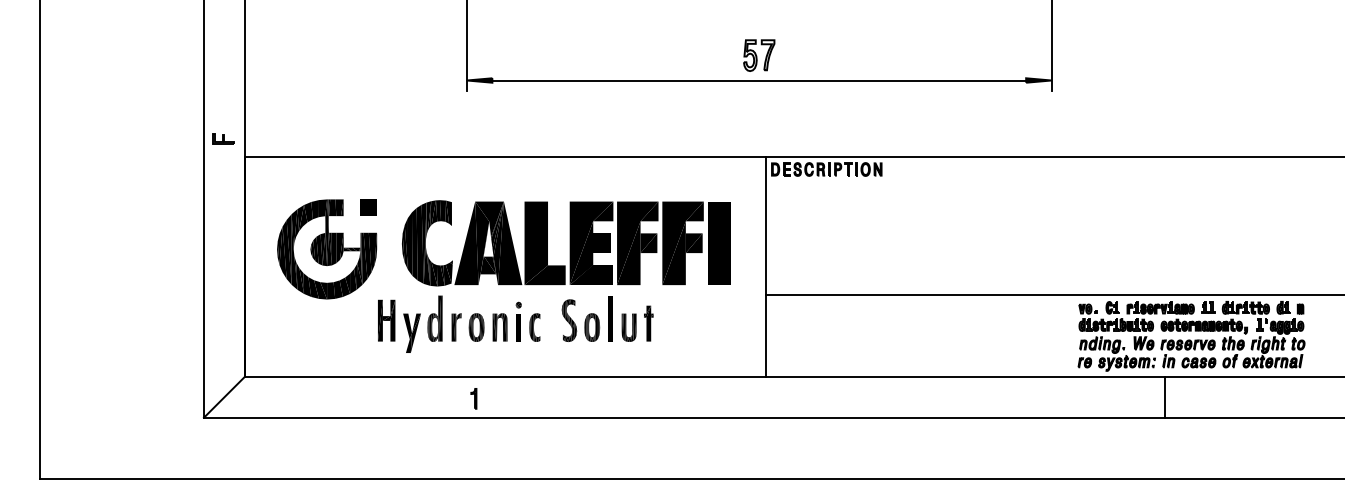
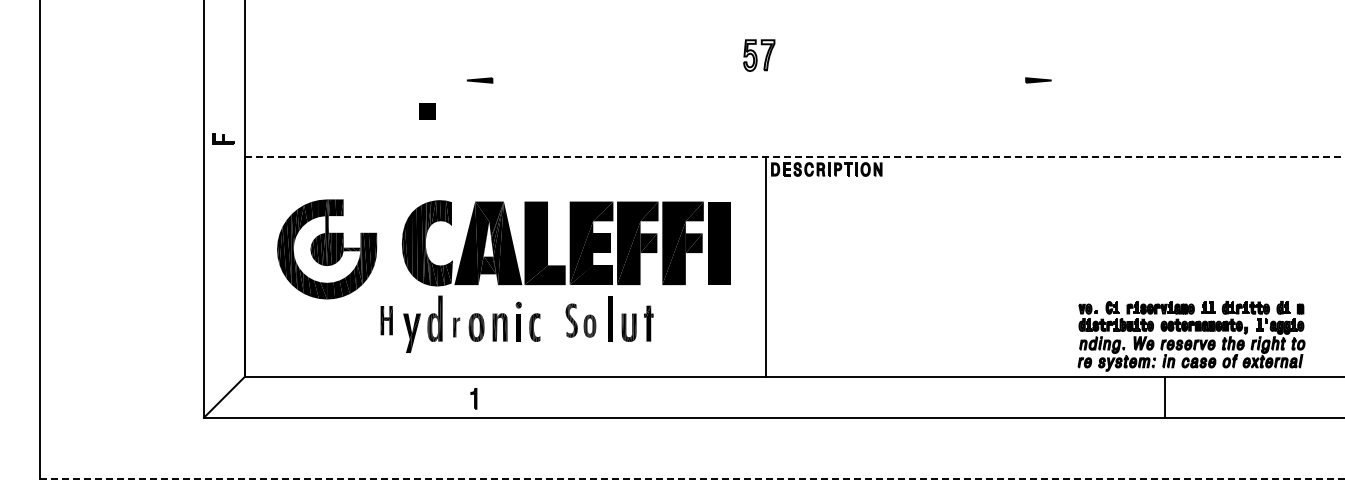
line at (466, 46): present -> none
line at (1051, 46): present -> none
line at (759, 80): present -> none
line at (794, 156): solid -> dashed
part at (368, 207) position: (368, 207) -> (427, 111)
line at (1053, 295): present -> none
part at (386, 320) size: 18x43 px -> 13x30 px
part at (580, 320) size: 40x43 px -> 32x35 px
part at (456, 327) size: 11x29 px -> 8x21 px
line at (692, 479): solid -> dashed
